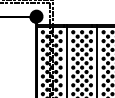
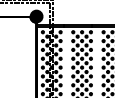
line at (66, 59): present -> none
line at (97, 59): present -> none
